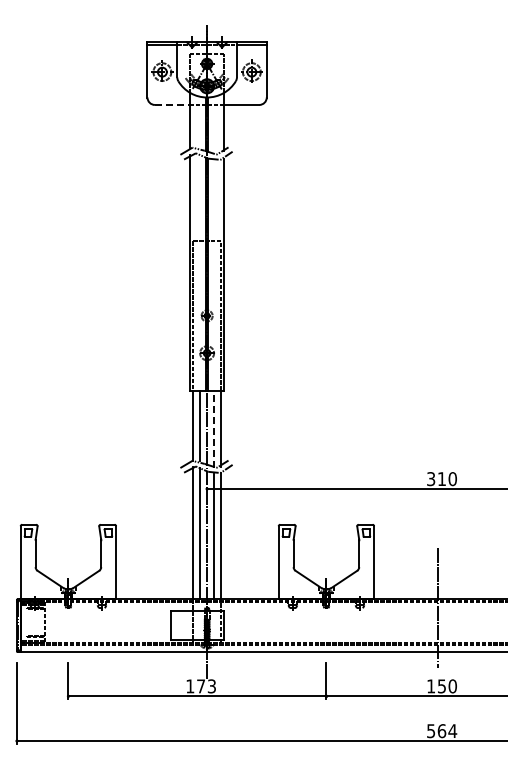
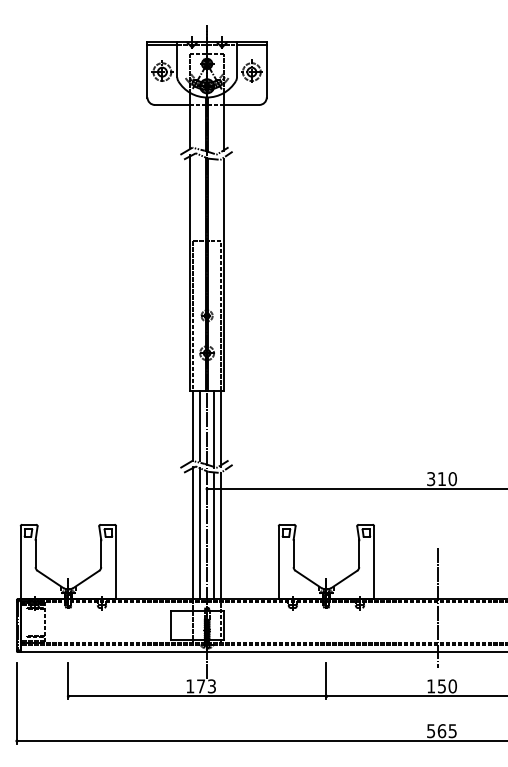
line at (172, 104): dashed -> solid
line at (214, 429): dashed -> solid
text at (452, 731): 564 -> 565
